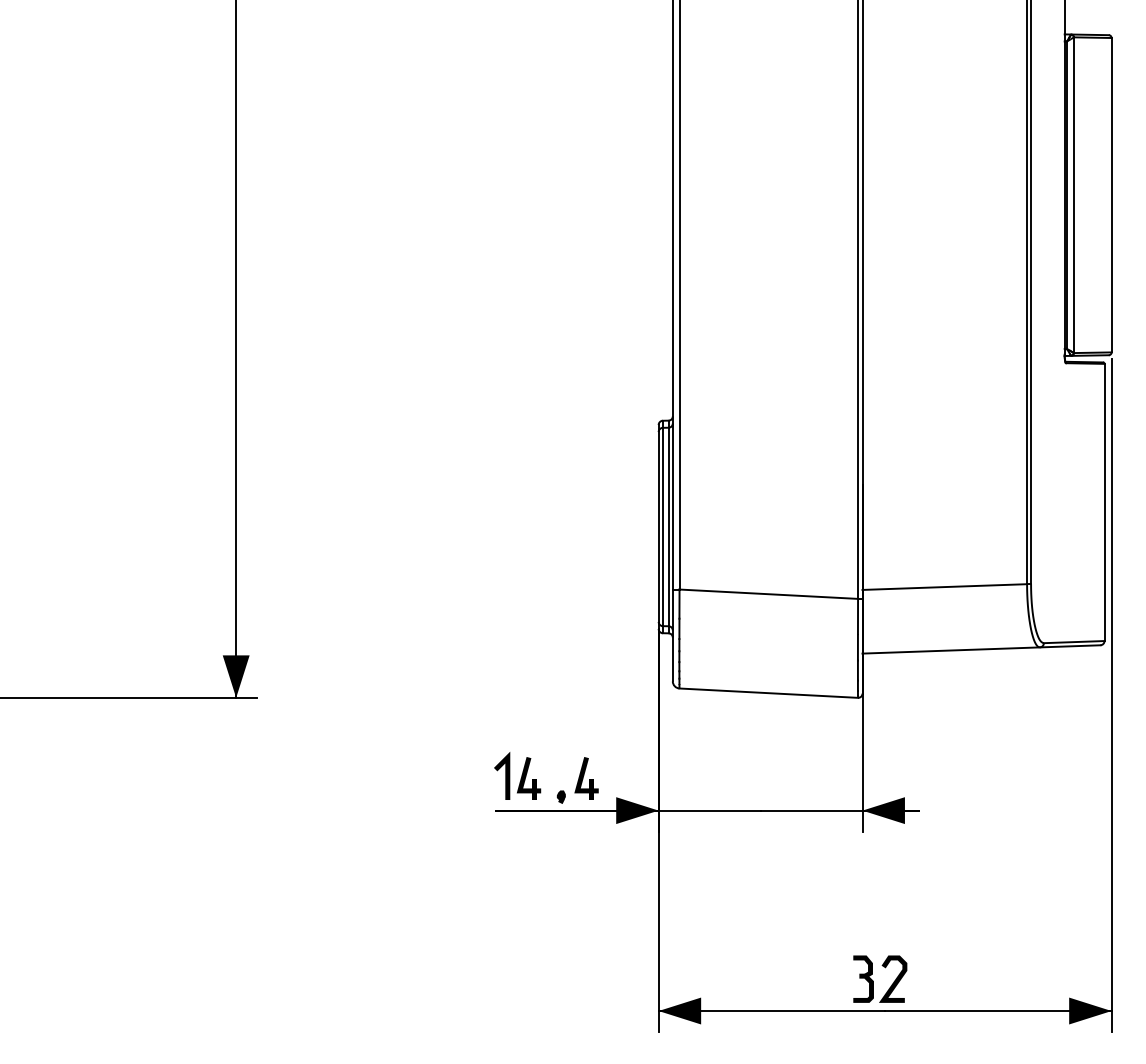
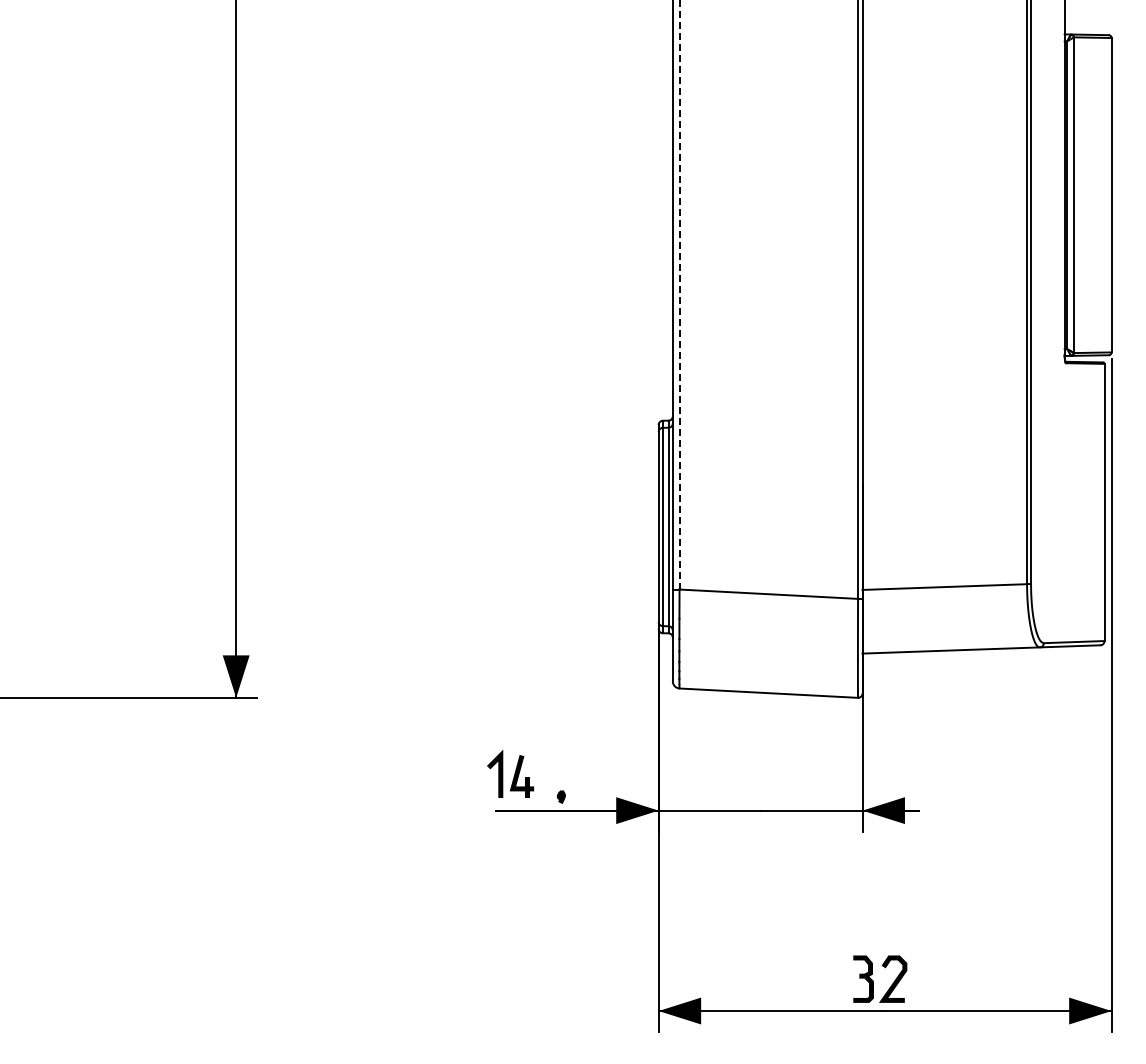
line at (679, 294): solid -> dashed
part at (517, 775) position: (517, 775) -> (510, 773)
part at (586, 778): present -> none
